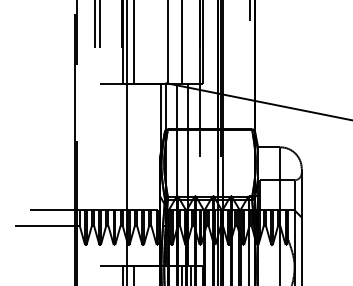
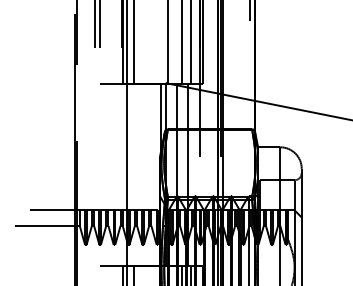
line at (190, 43): none -> present
